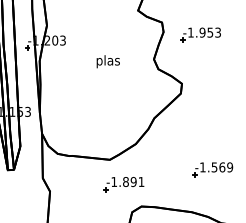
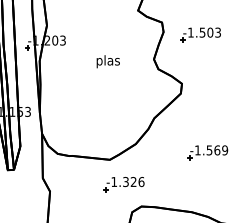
text at (206, 32): -1.953 -> -1.503
part at (212, 169) position: (212, 169) -> (207, 152)
text at (133, 181): -1.891 -> -1.326
